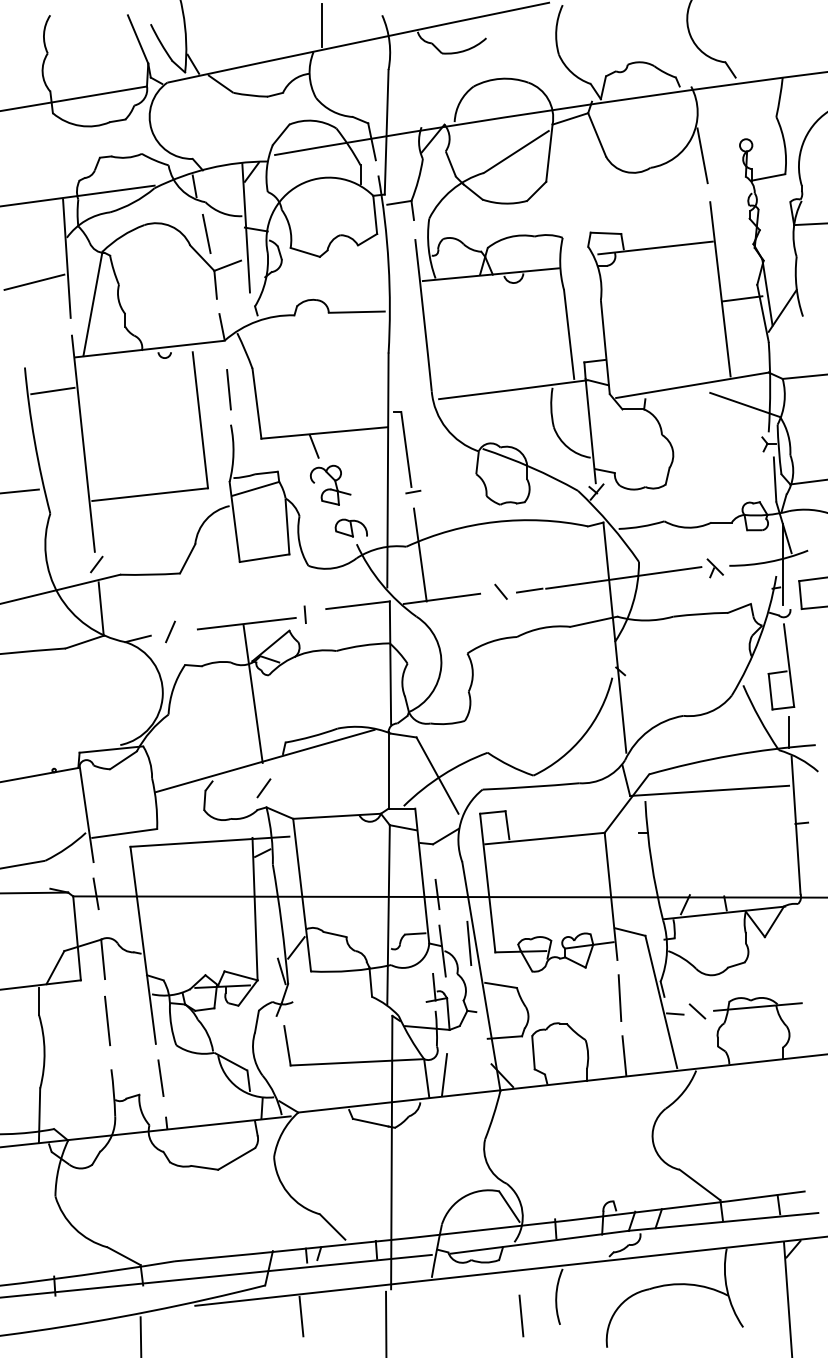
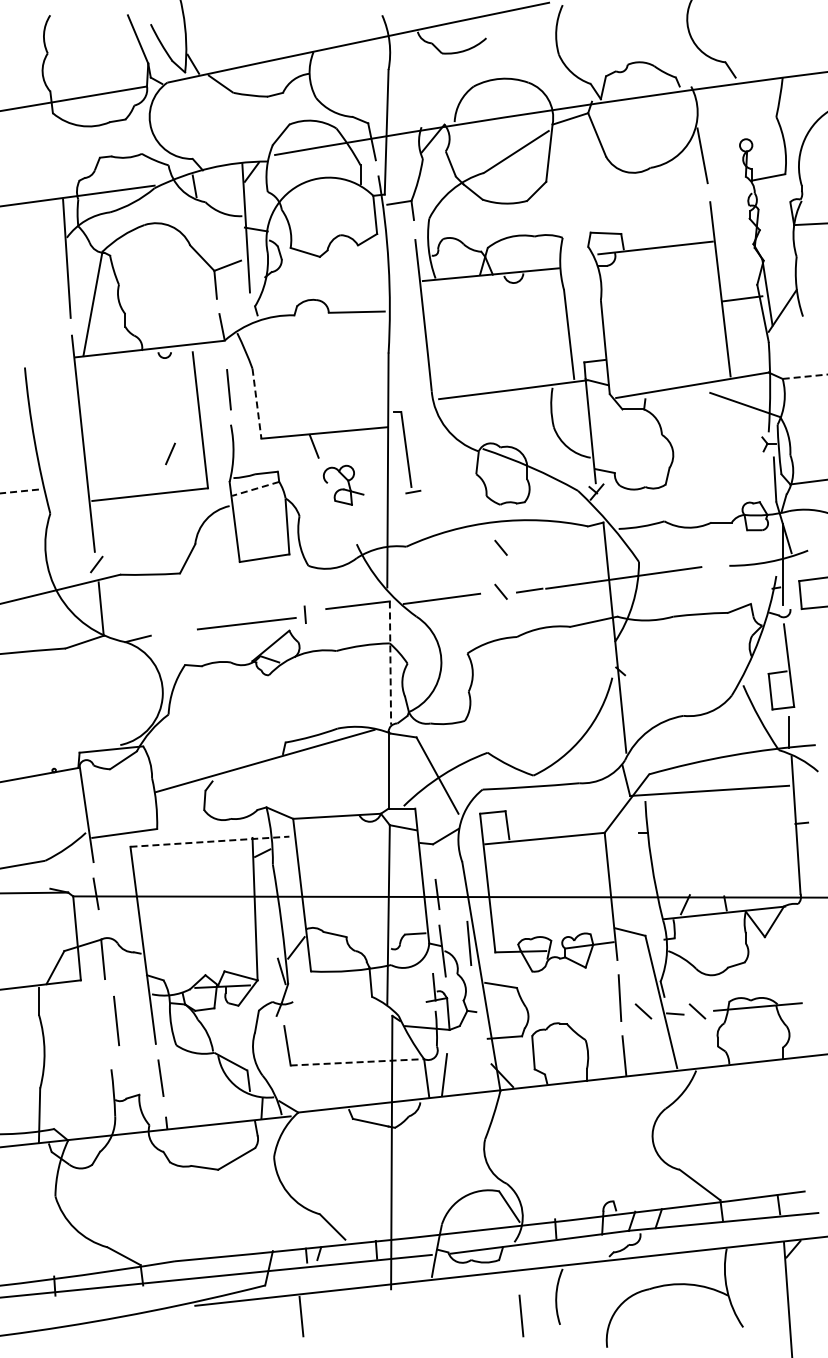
line at (322, 25): present -> none
line at (206, 233): present -> none
line at (34, 281): present -> none
line at (805, 376): solid -> dashed
line at (52, 390): present -> none
line at (257, 404): solid -> dashed
part at (330, 484) position: (330, 484) -> (343, 484)
line at (255, 488): solid -> dashed
line at (19, 491): solid -> dashed
part at (350, 527): present -> none
line at (500, 547): none -> present
line at (420, 554): present -> none
part at (714, 568): present -> none
line at (170, 631) position: (170, 631) -> (170, 453)
line at (390, 663): solid -> dashed
line at (252, 693): present -> none
line at (263, 788): present -> none
line at (209, 841): solid -> dashed
line at (643, 1011): none -> present
line at (107, 1020) position: (107, 1020) -> (116, 1020)
line at (357, 1062): solid -> dashed
line at (386, 1322): present -> none
line at (140, 1335): present -> none
